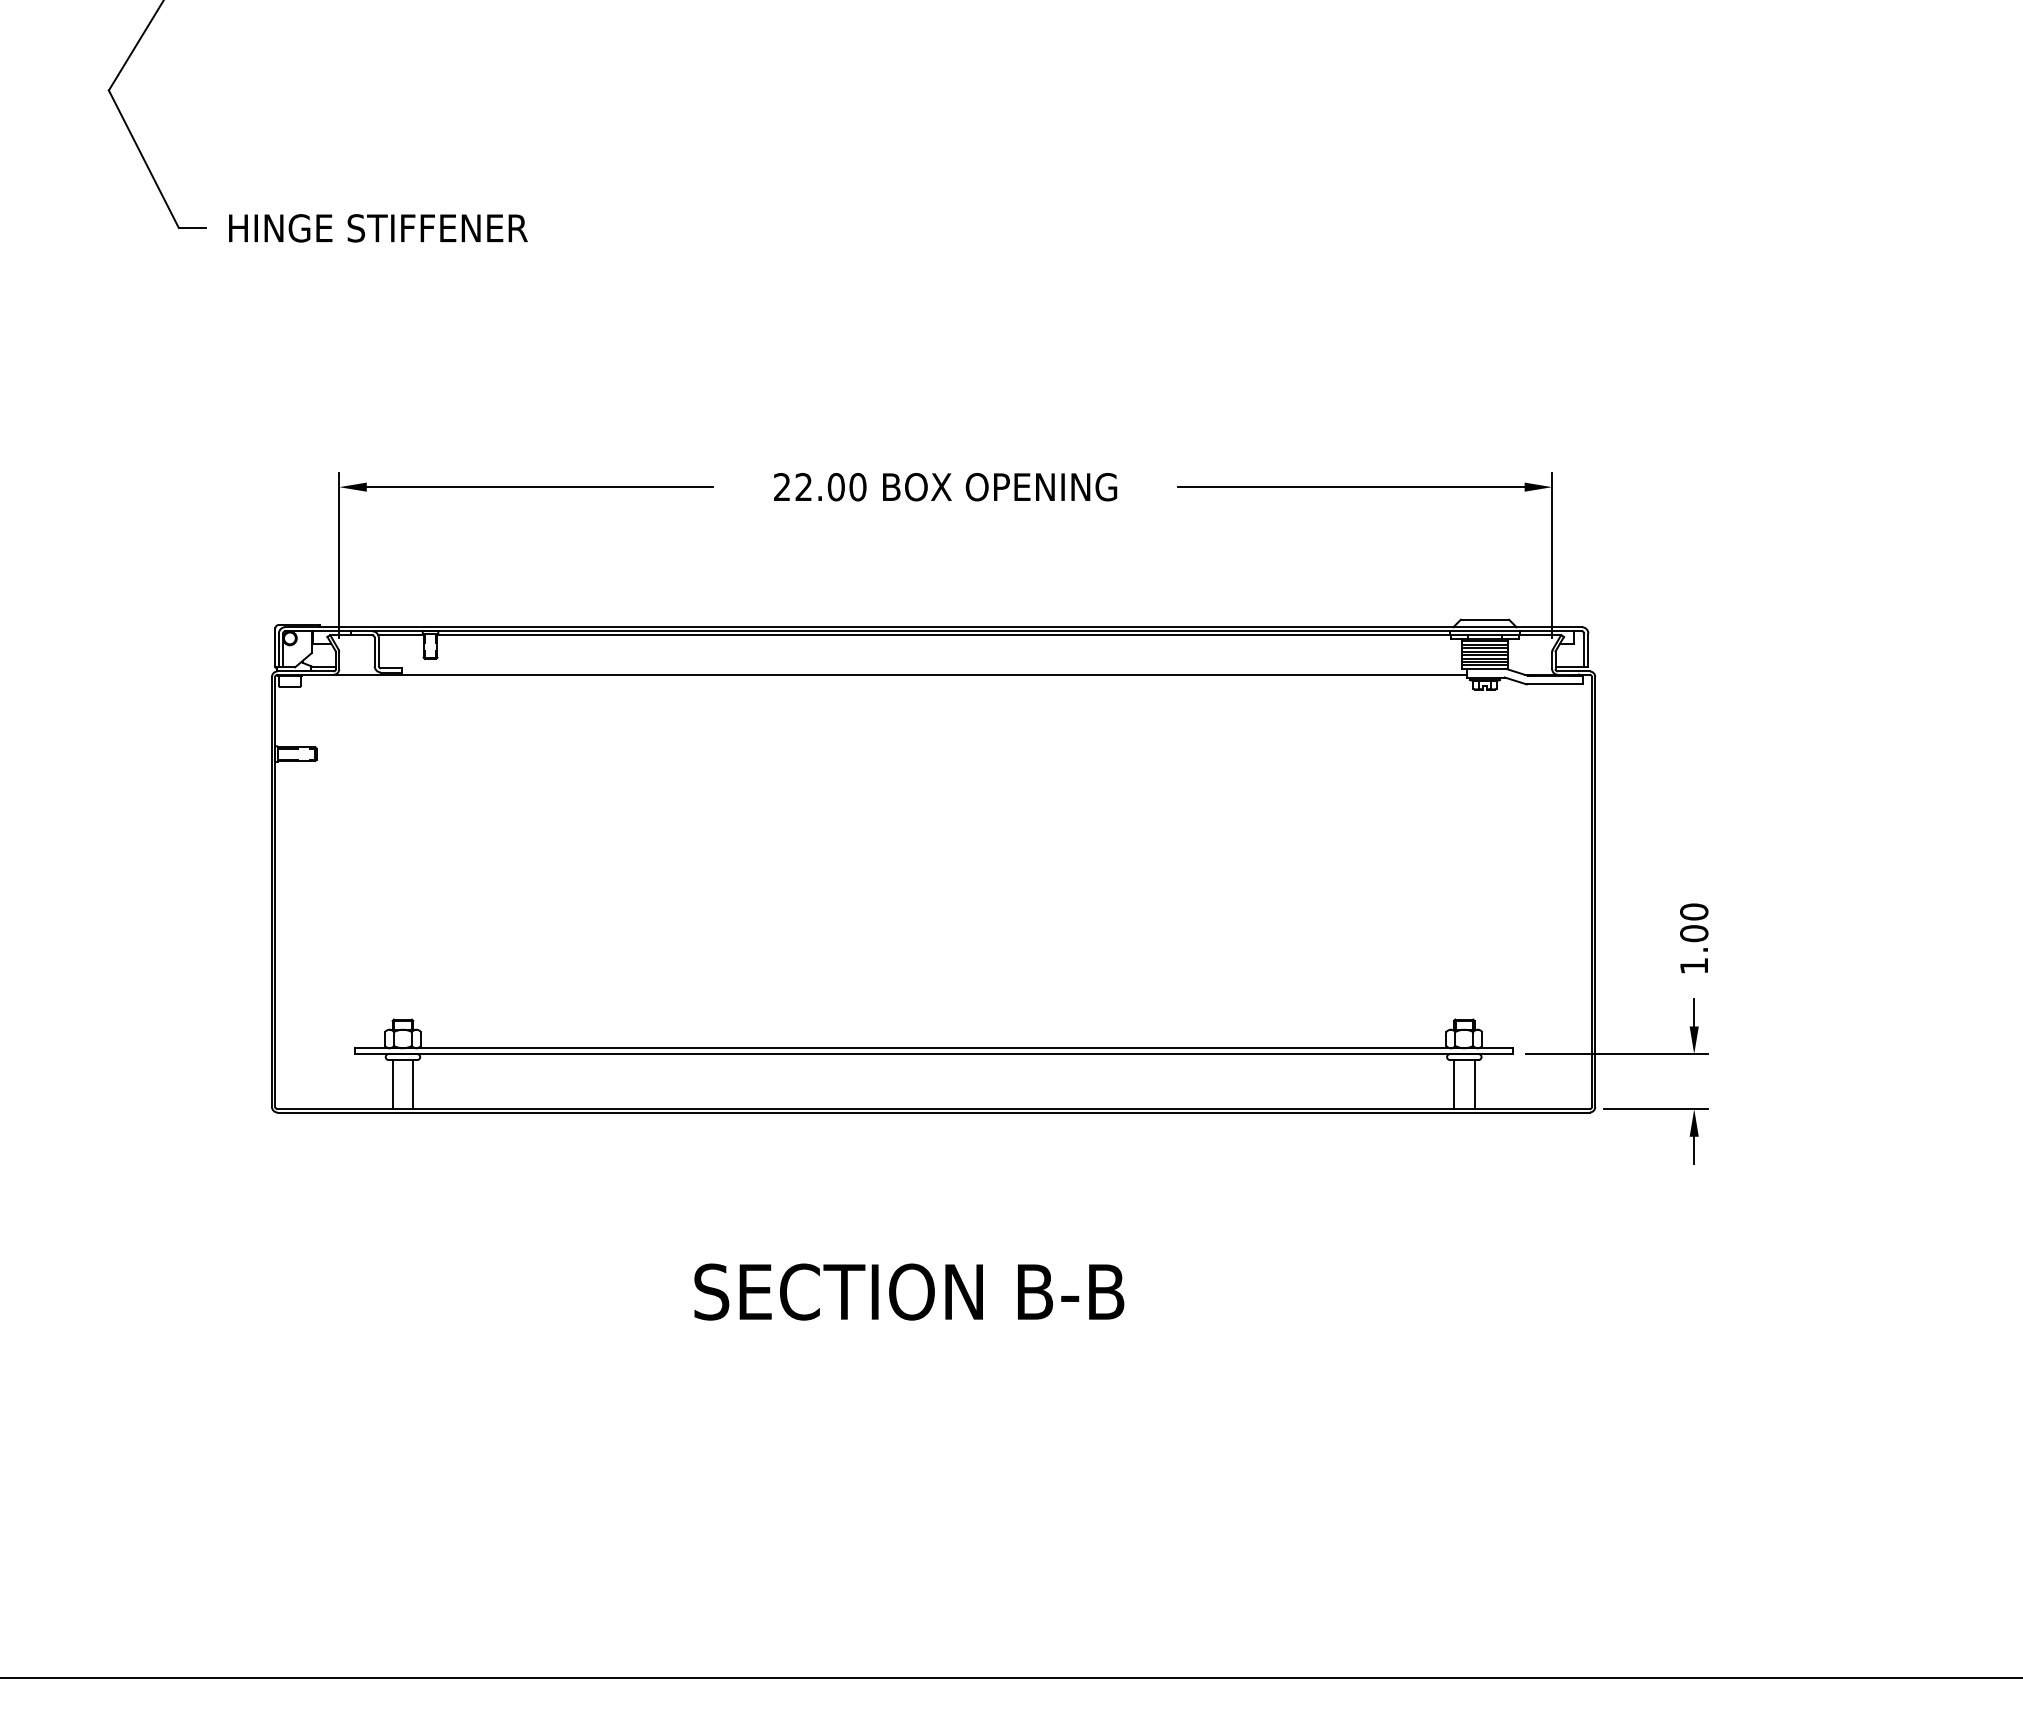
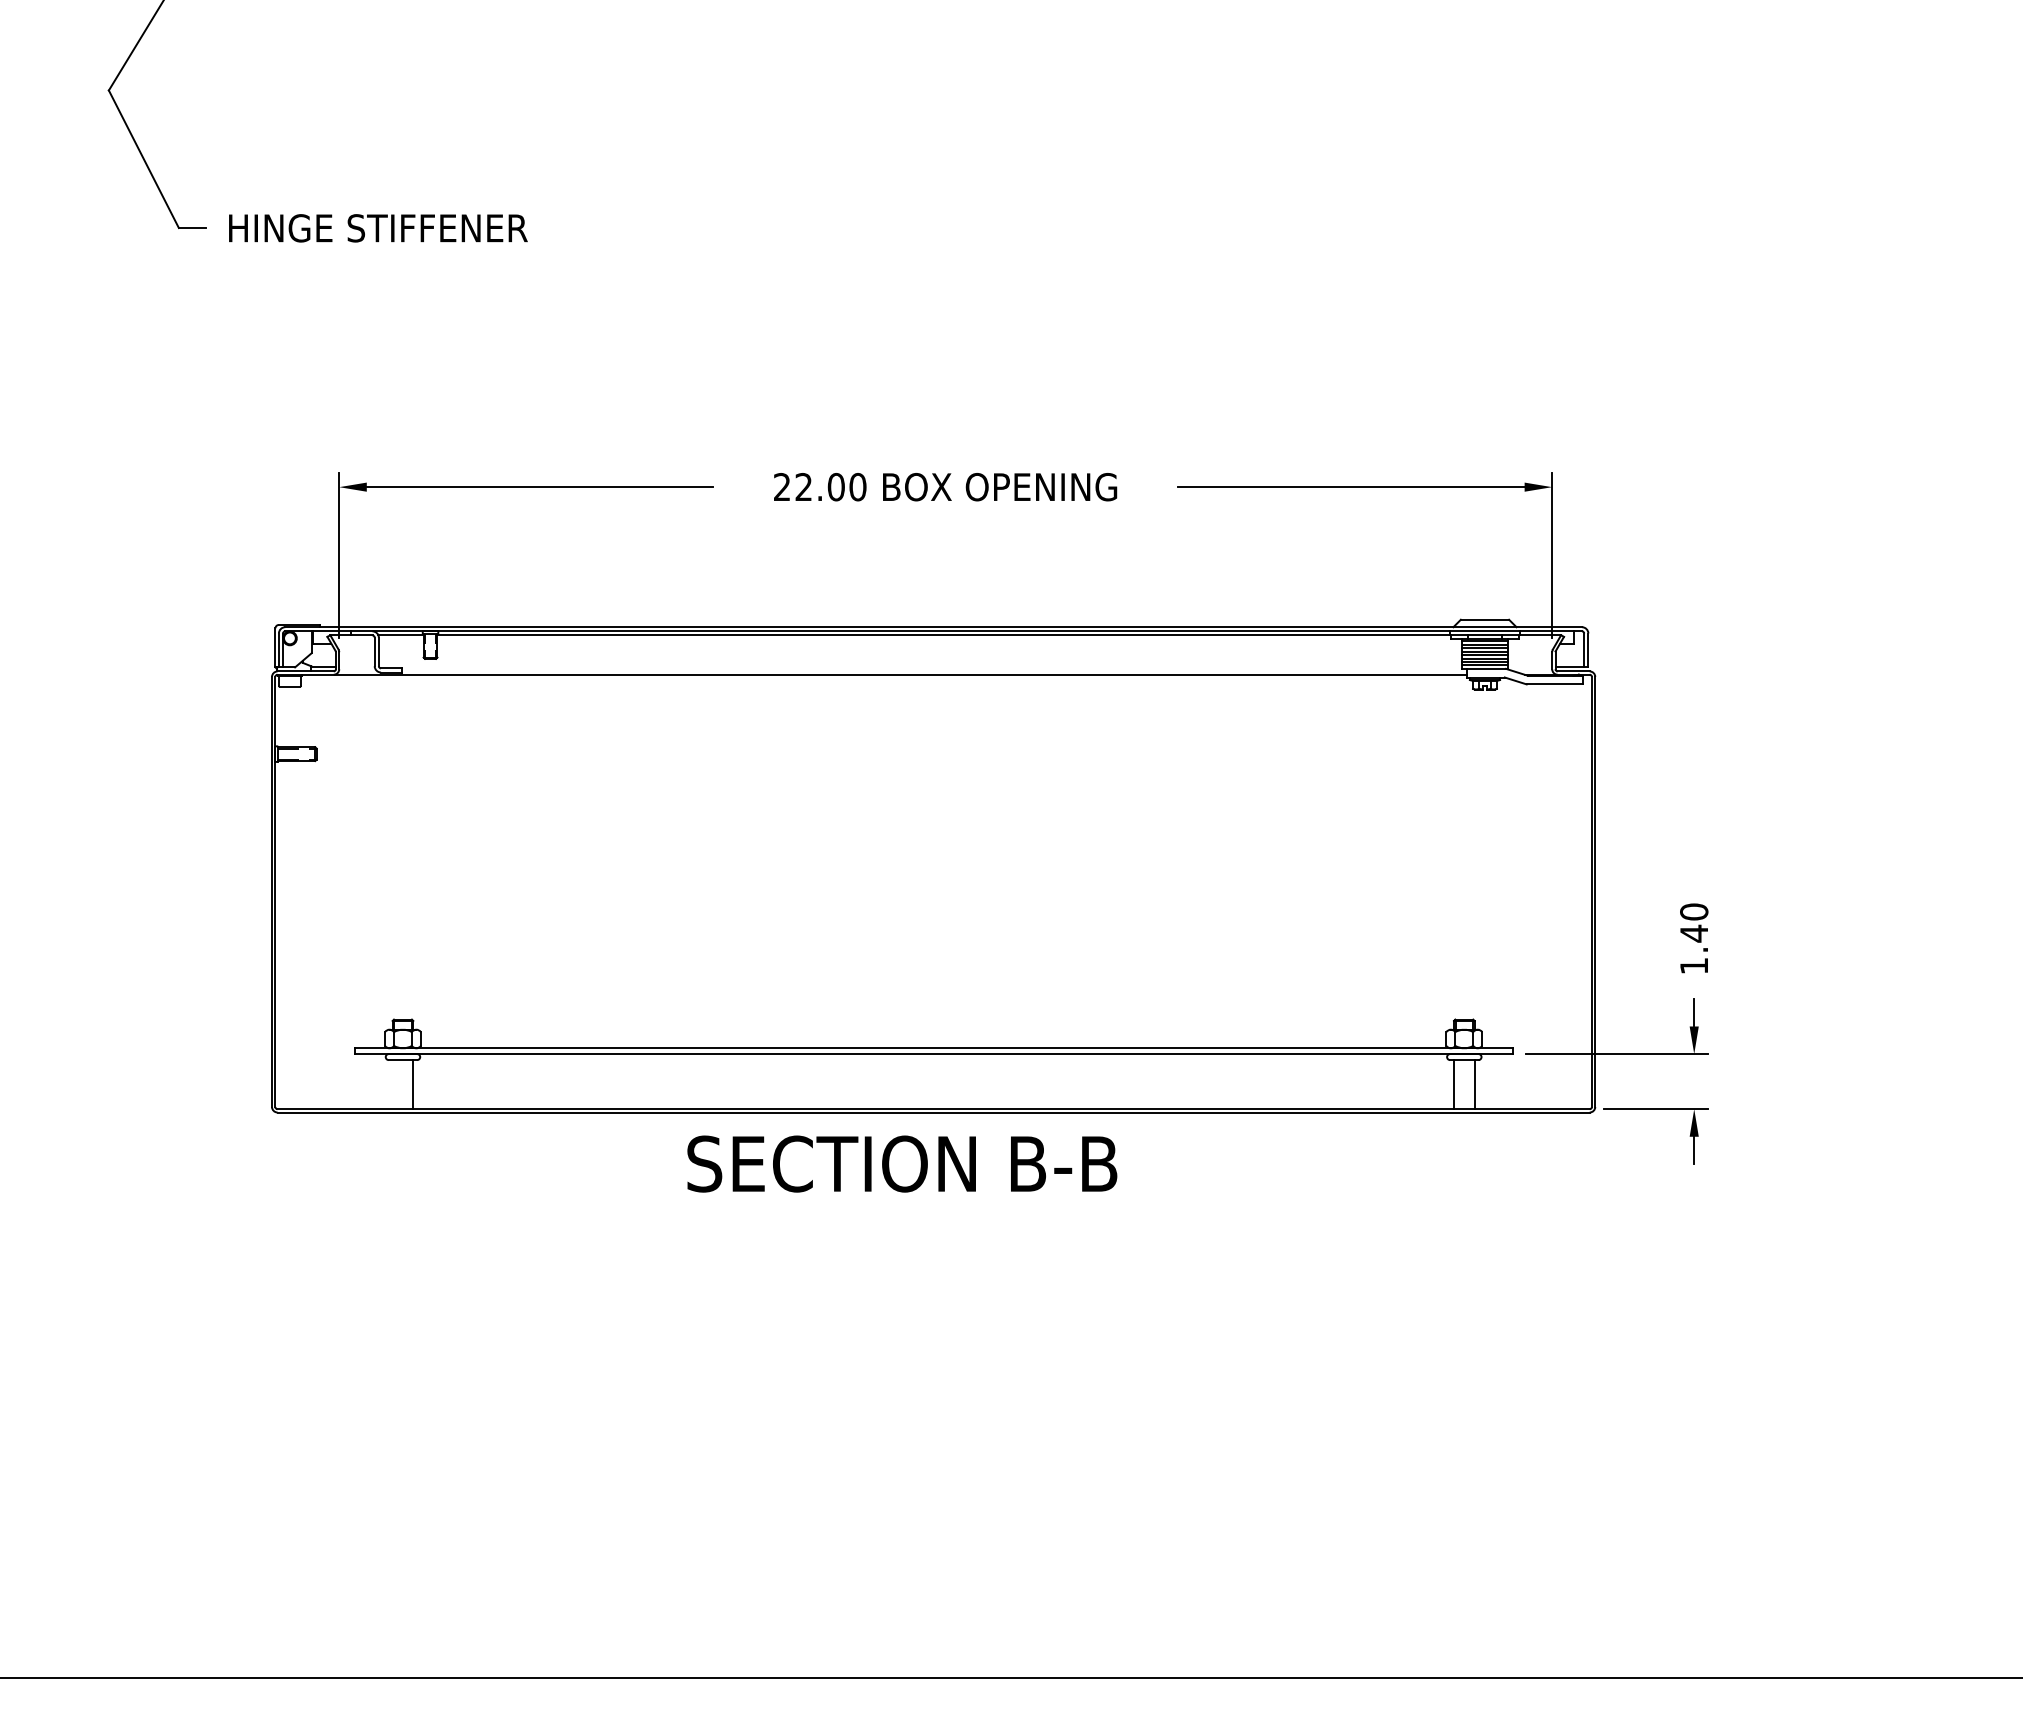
text at (1694, 933): 1.00 -> 1.40
line at (392, 1084): present -> none
text at (909, 1291) position: (909, 1291) -> (902, 1163)
